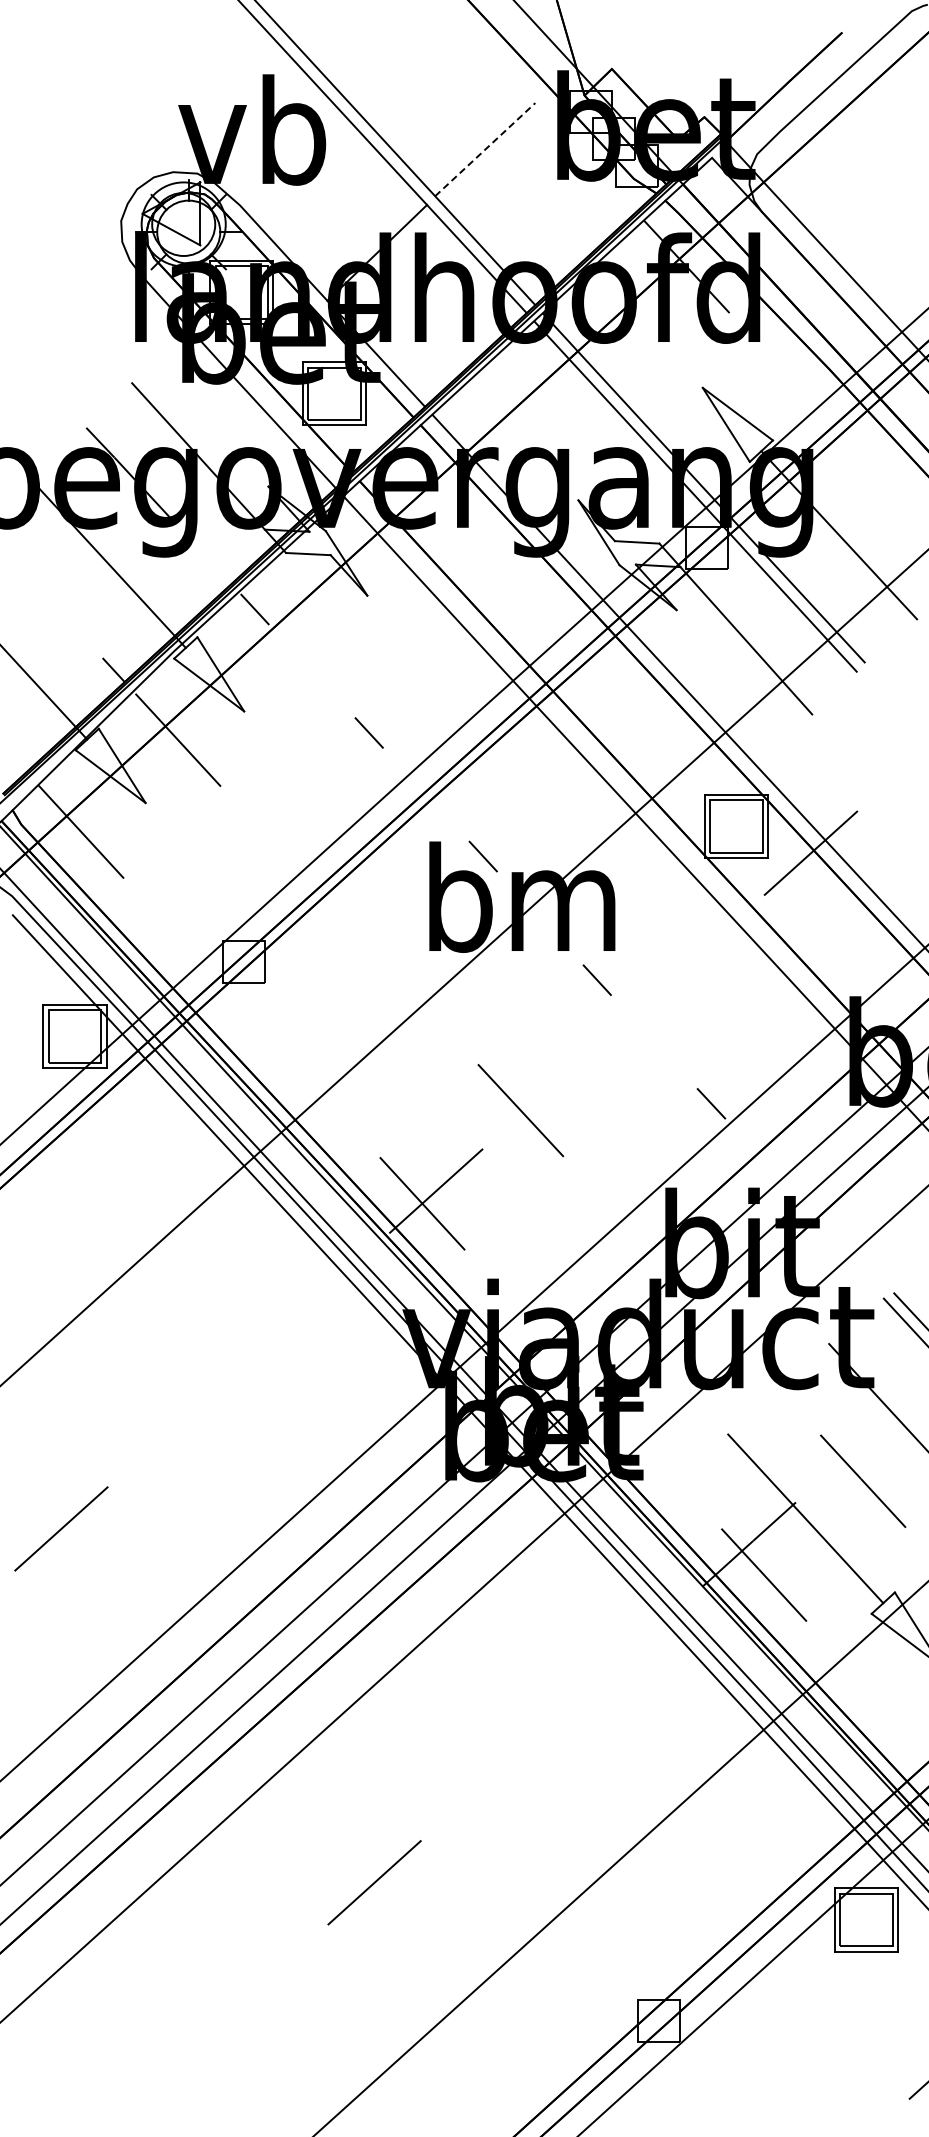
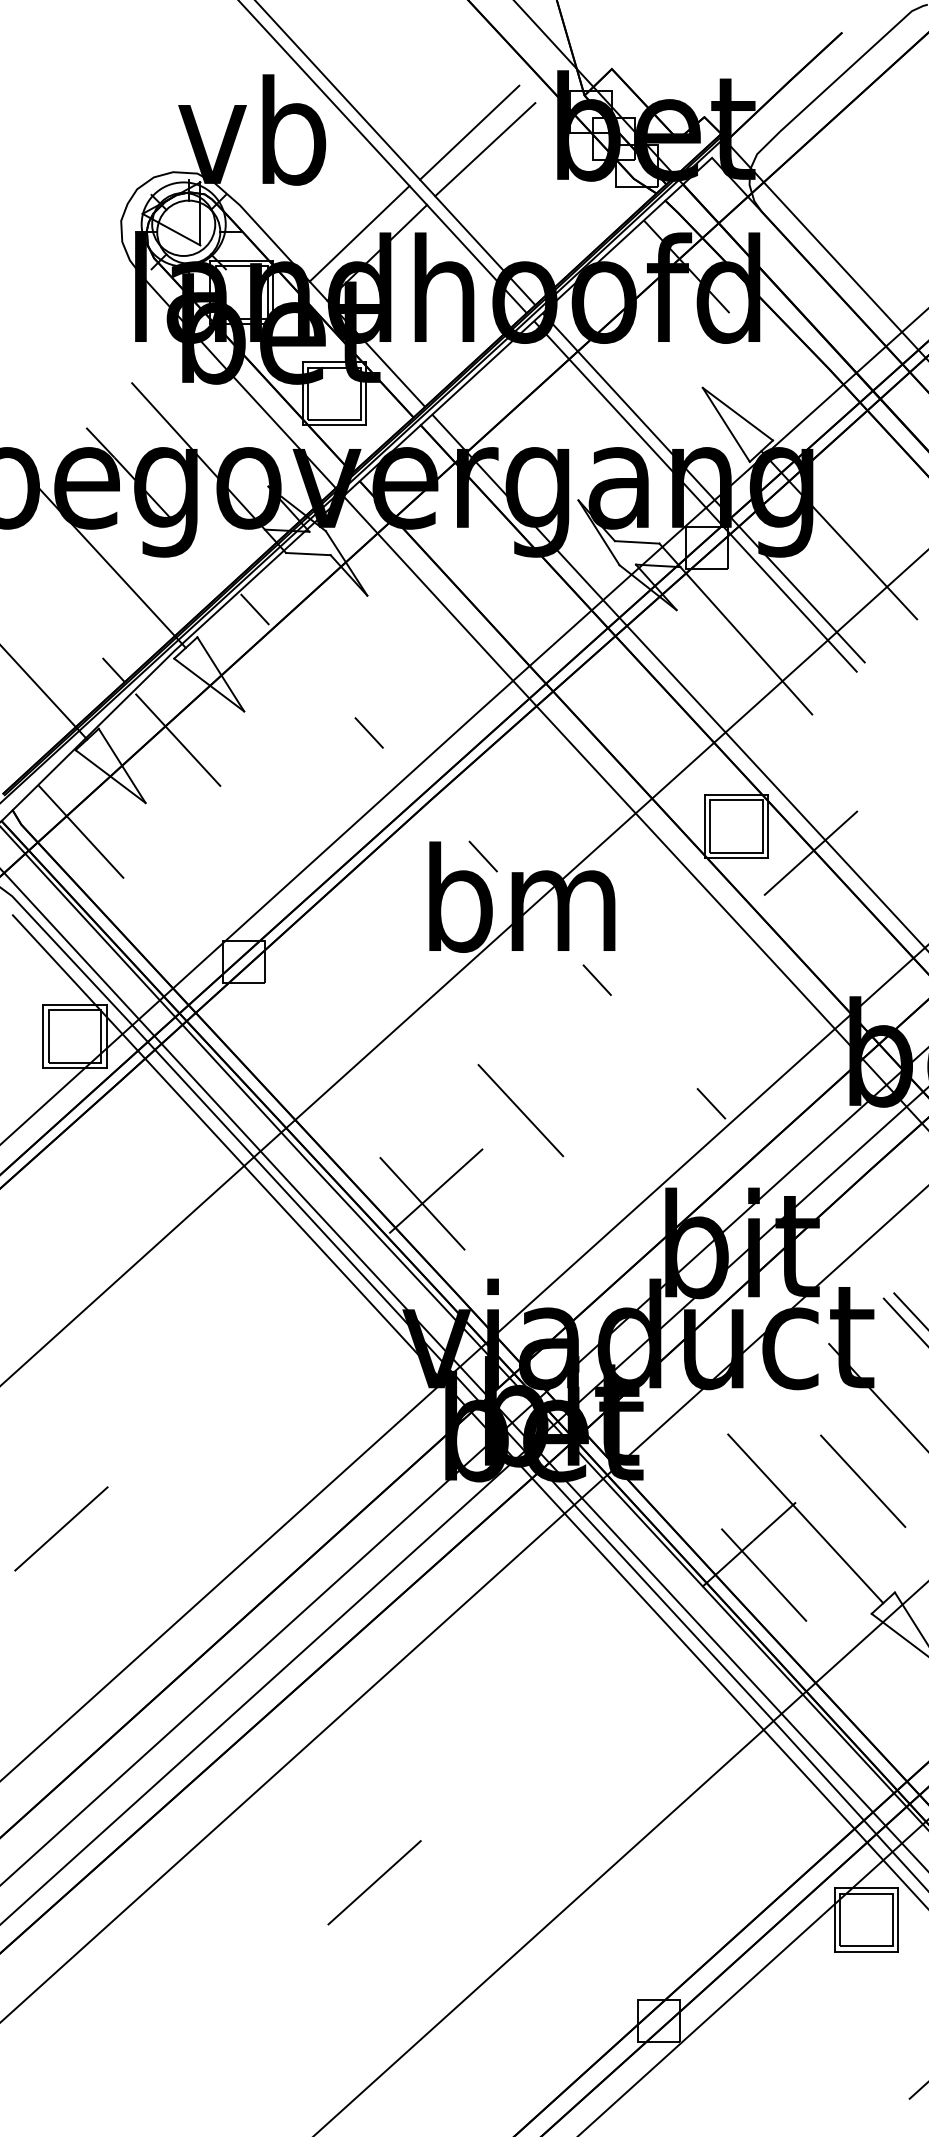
line at (469, 132): none -> present
line at (485, 149): dashed -> solid
line at (359, 233): none -> present
